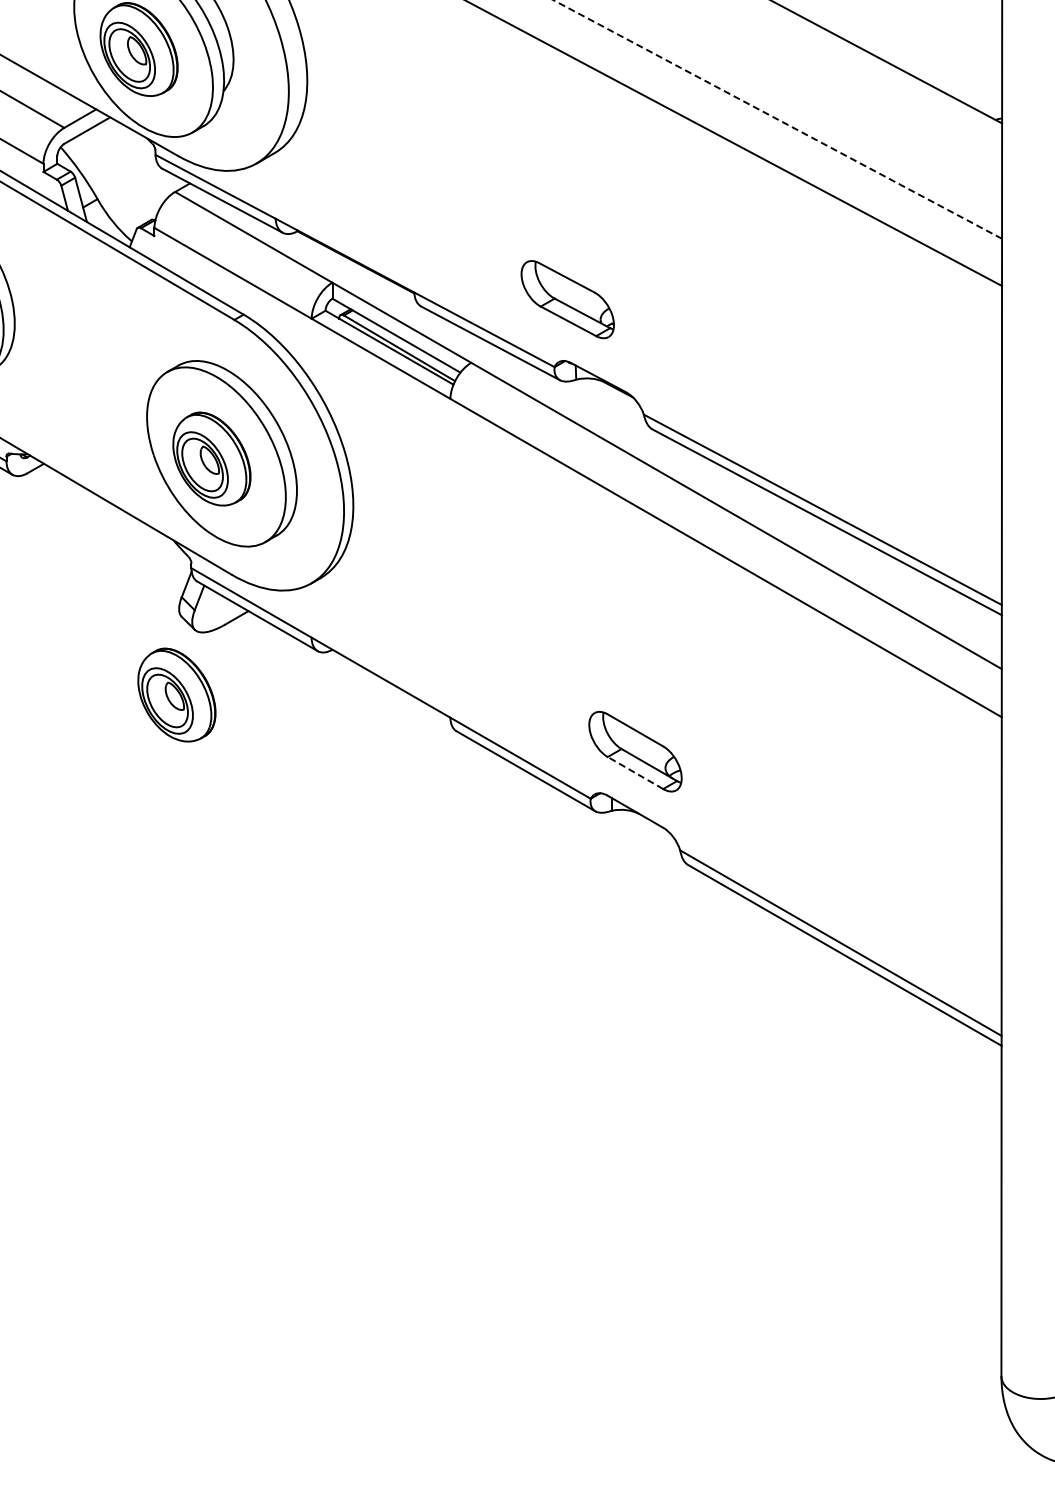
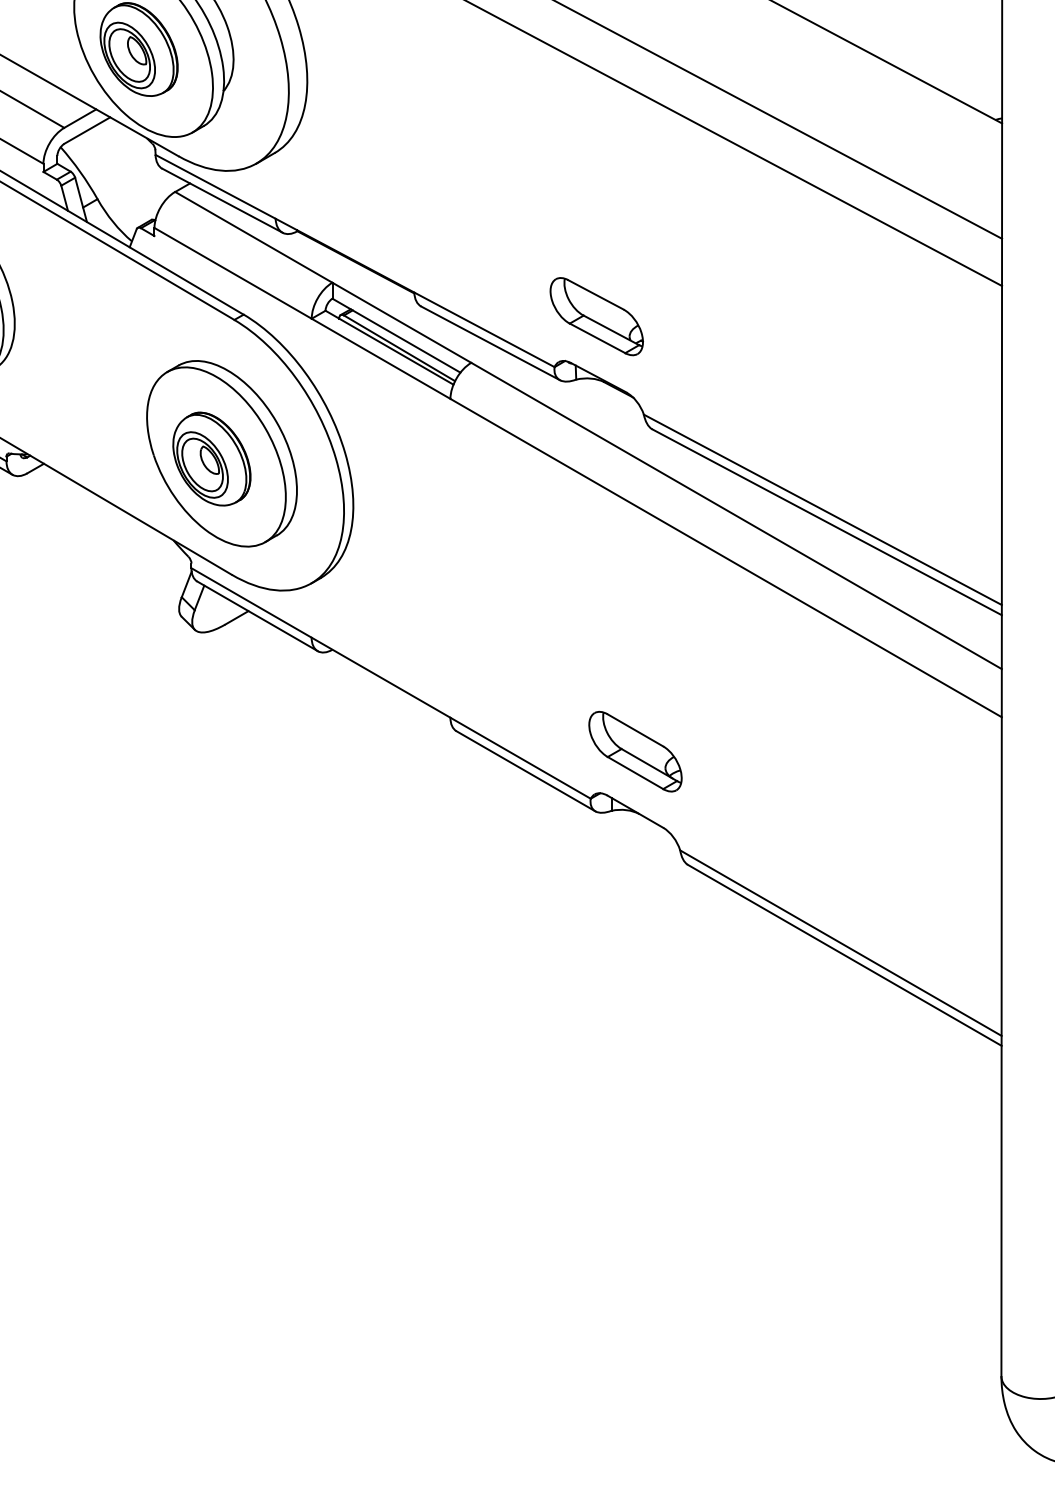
line at (777, 119): dashed -> solid
part at (567, 299) position: (567, 299) -> (596, 316)
part at (176, 694): present -> none
line at (635, 772): dashed -> solid
